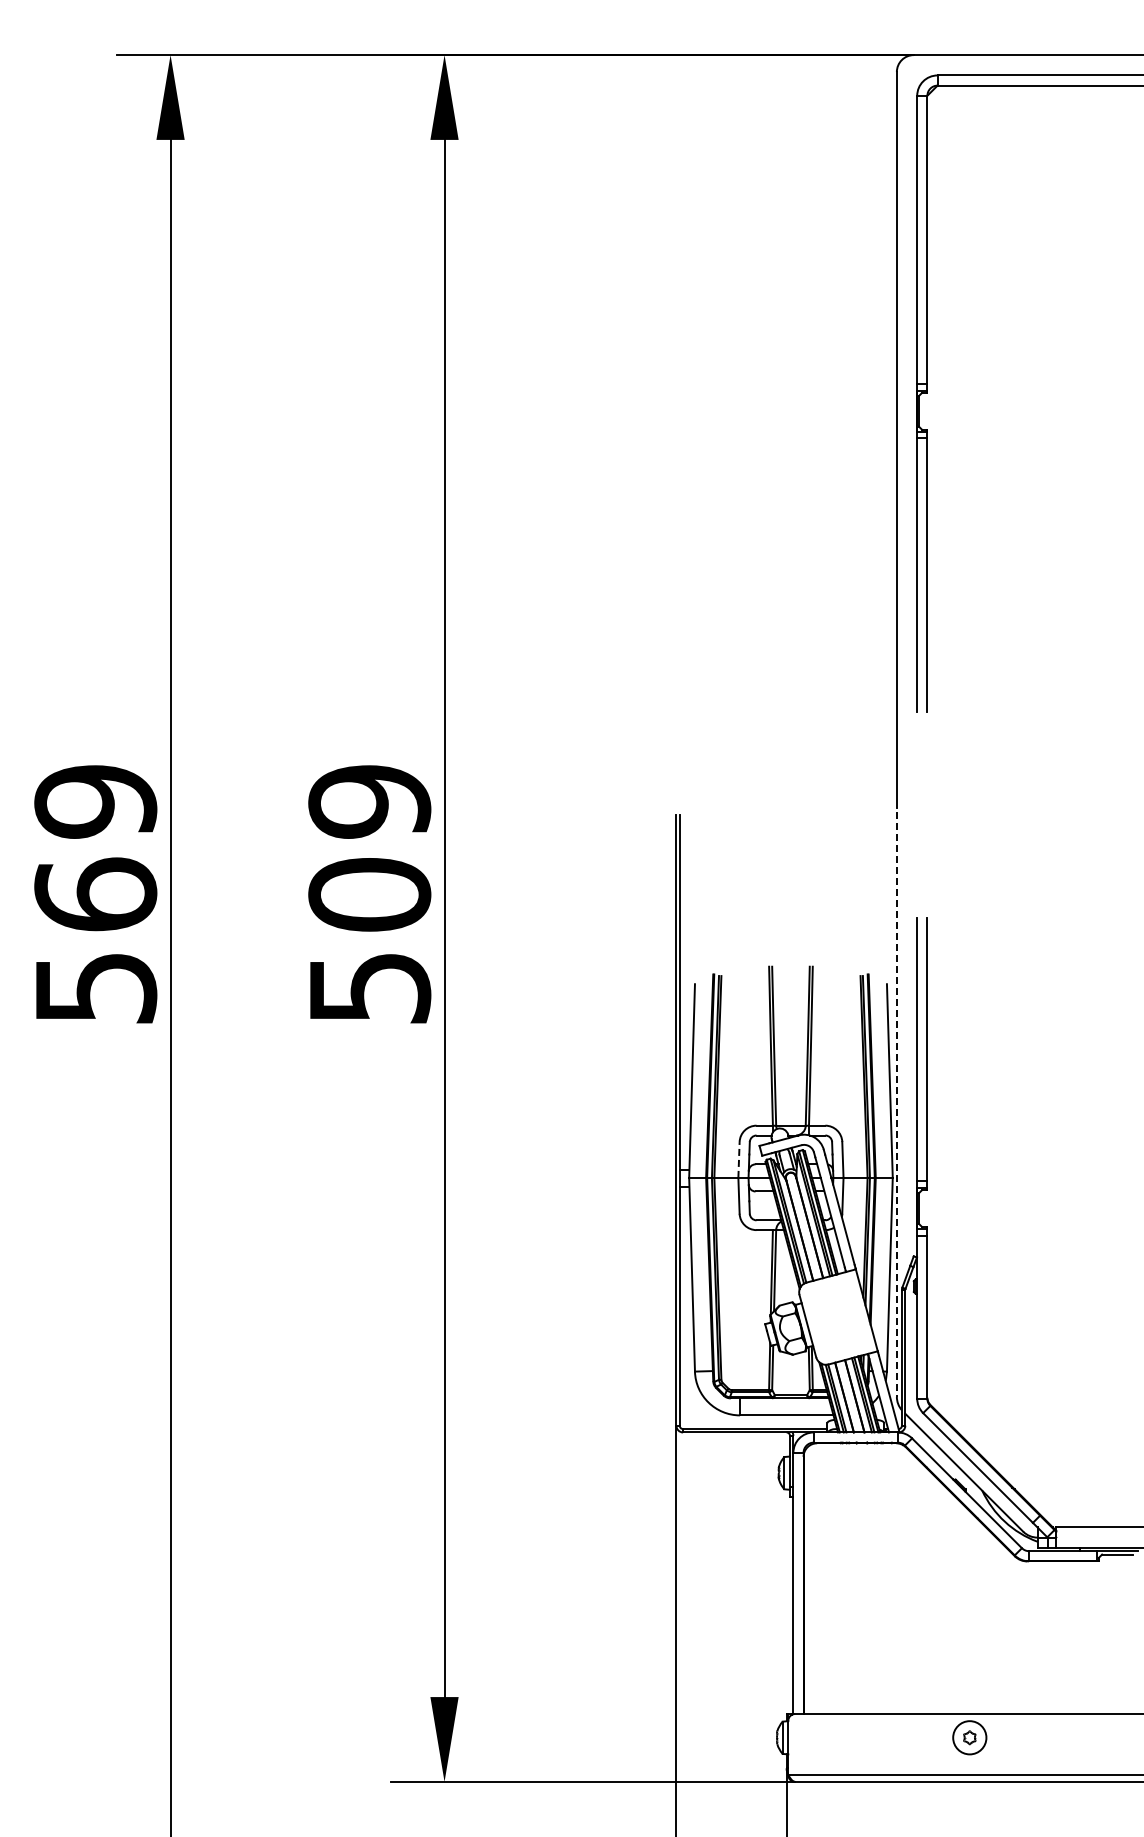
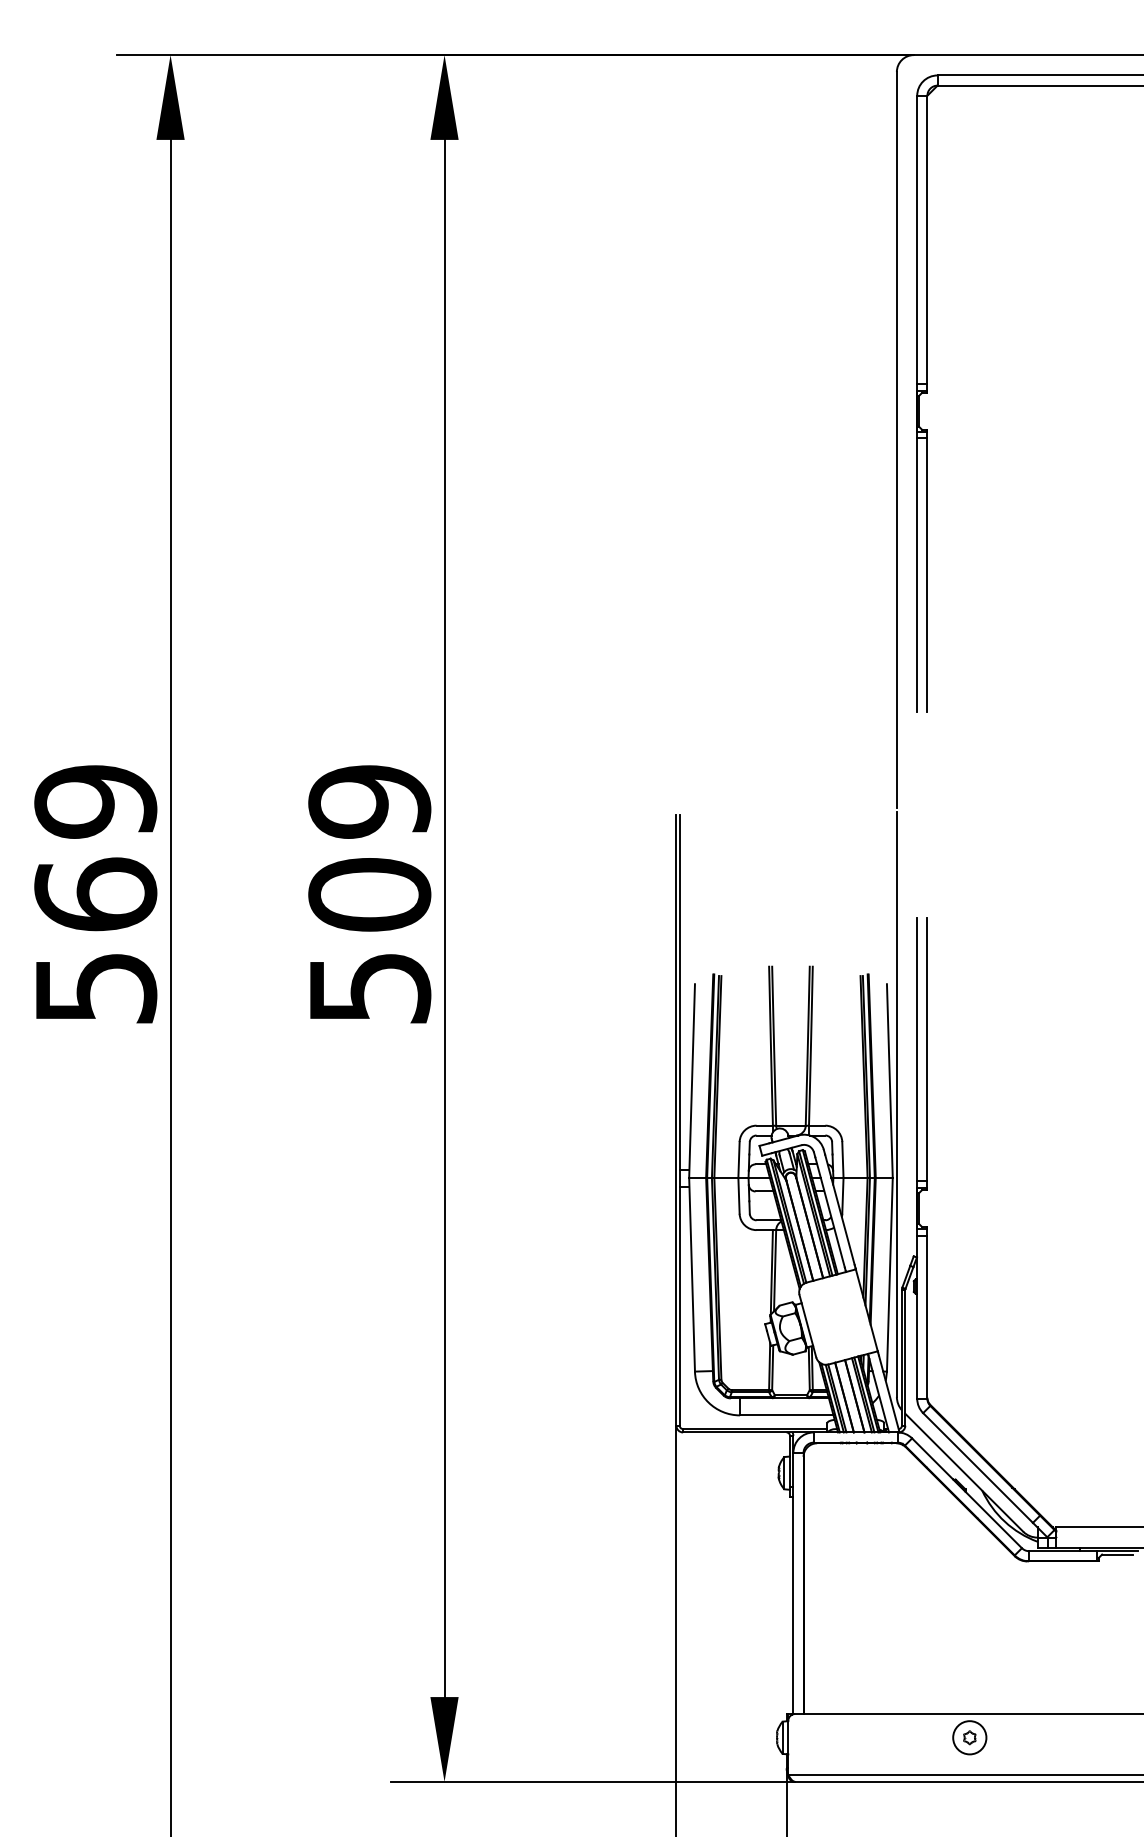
line at (896, 1104): dashed -> solid
line at (739, 1159): dashed -> solid
